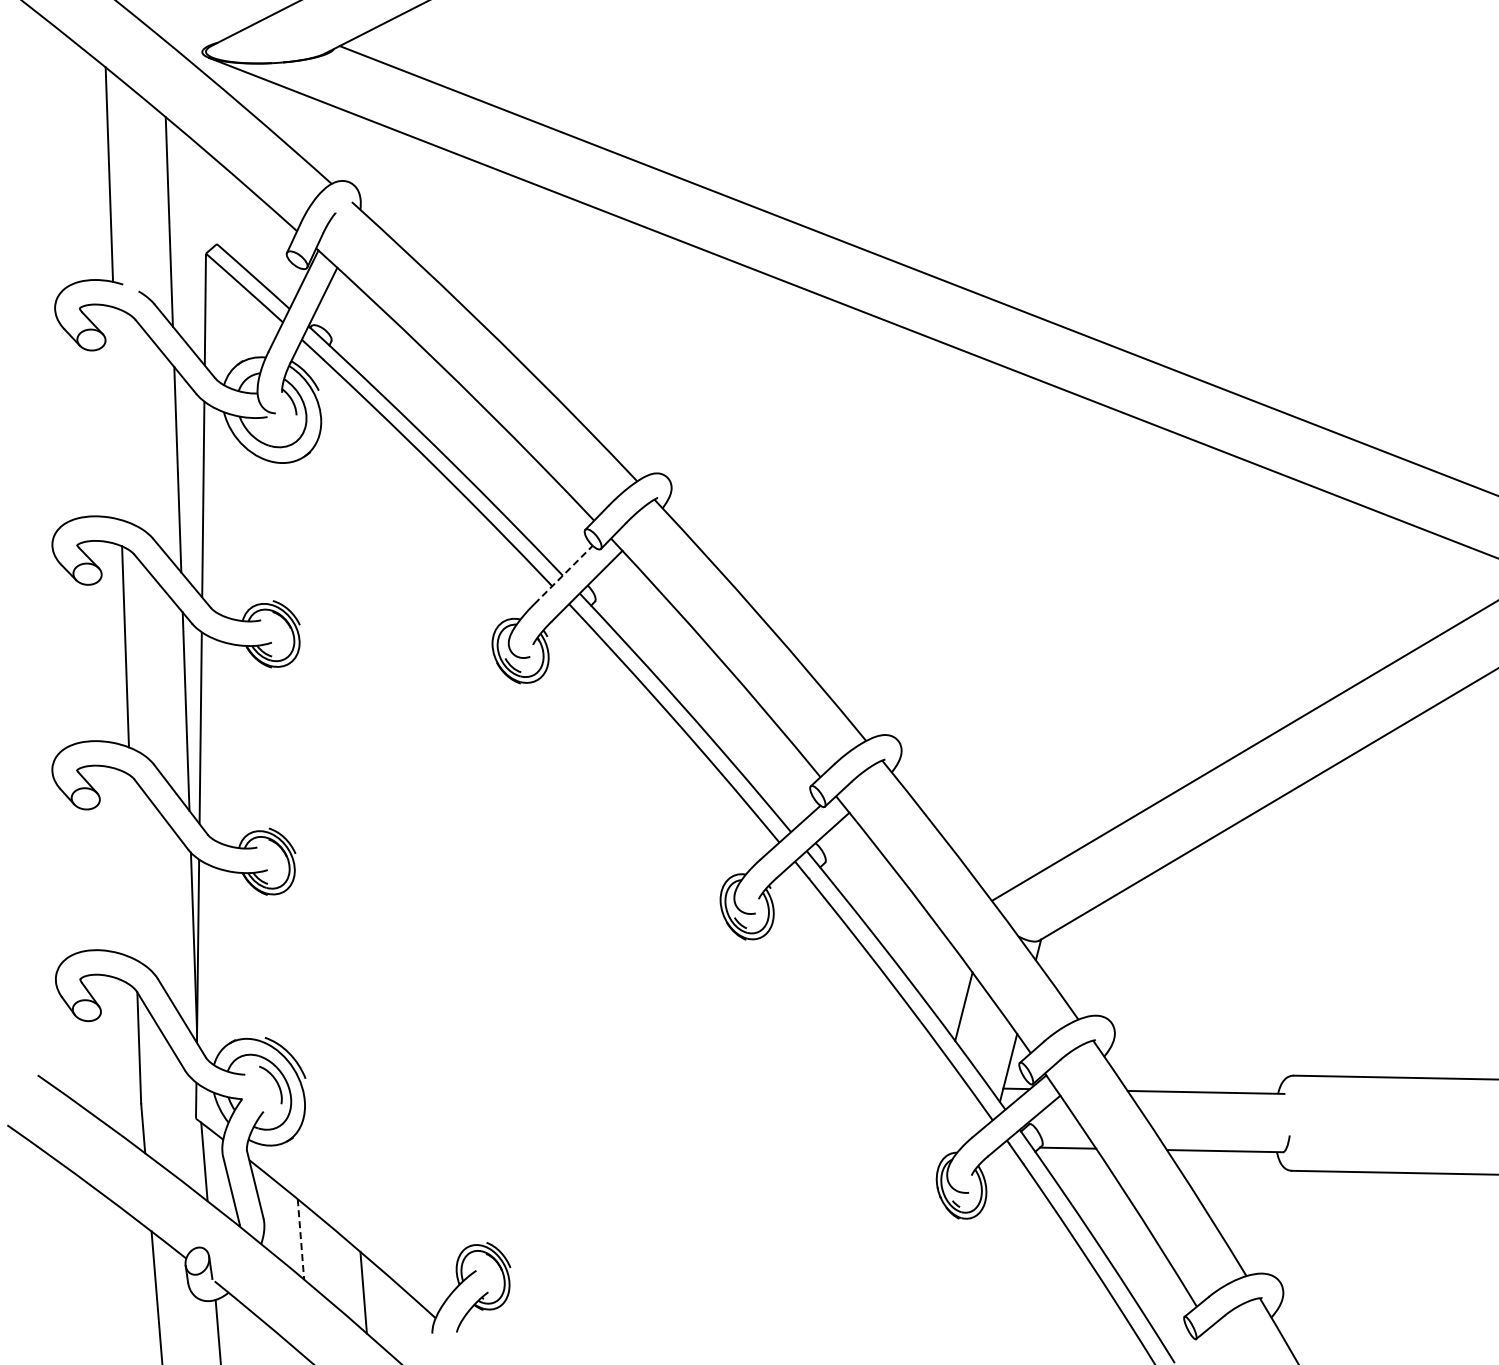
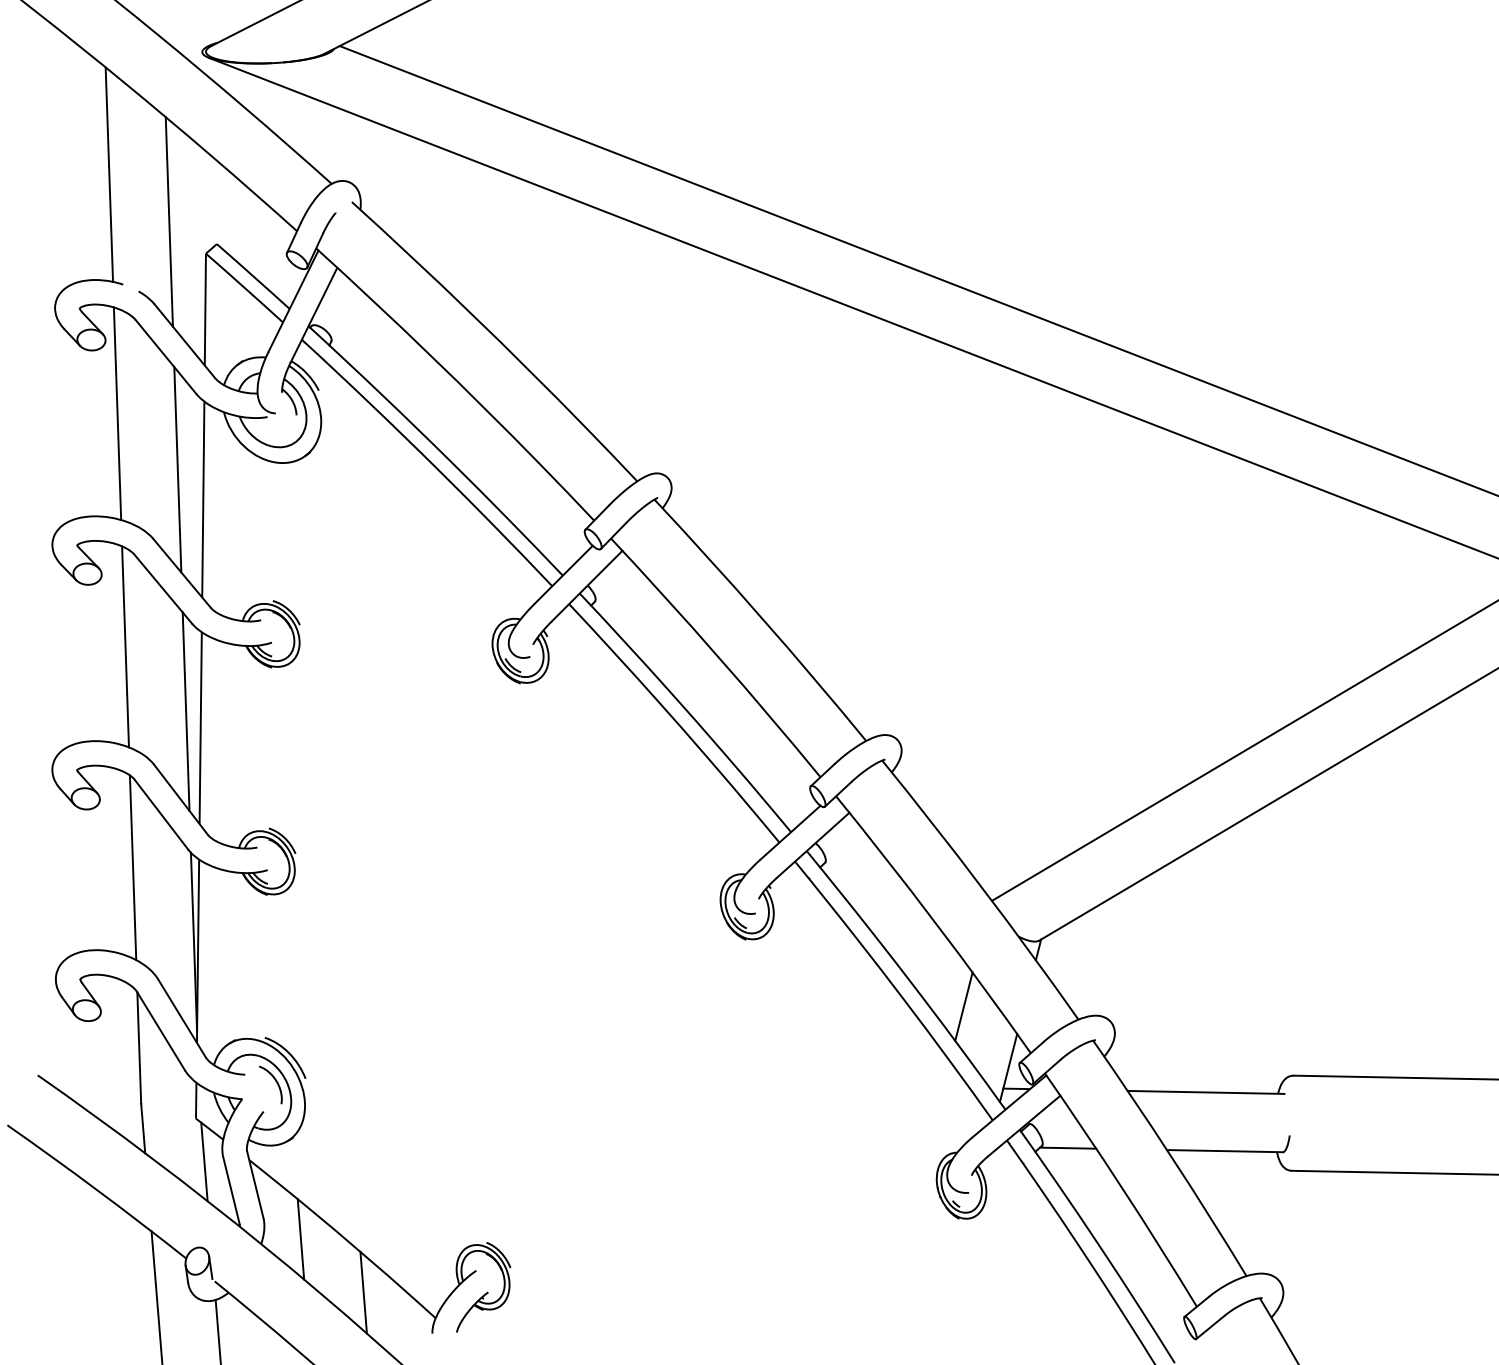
line at (117, 413): none -> present
line at (563, 574): dashed -> solid
line at (132, 867): none -> present
line at (301, 1239): dashed -> solid
